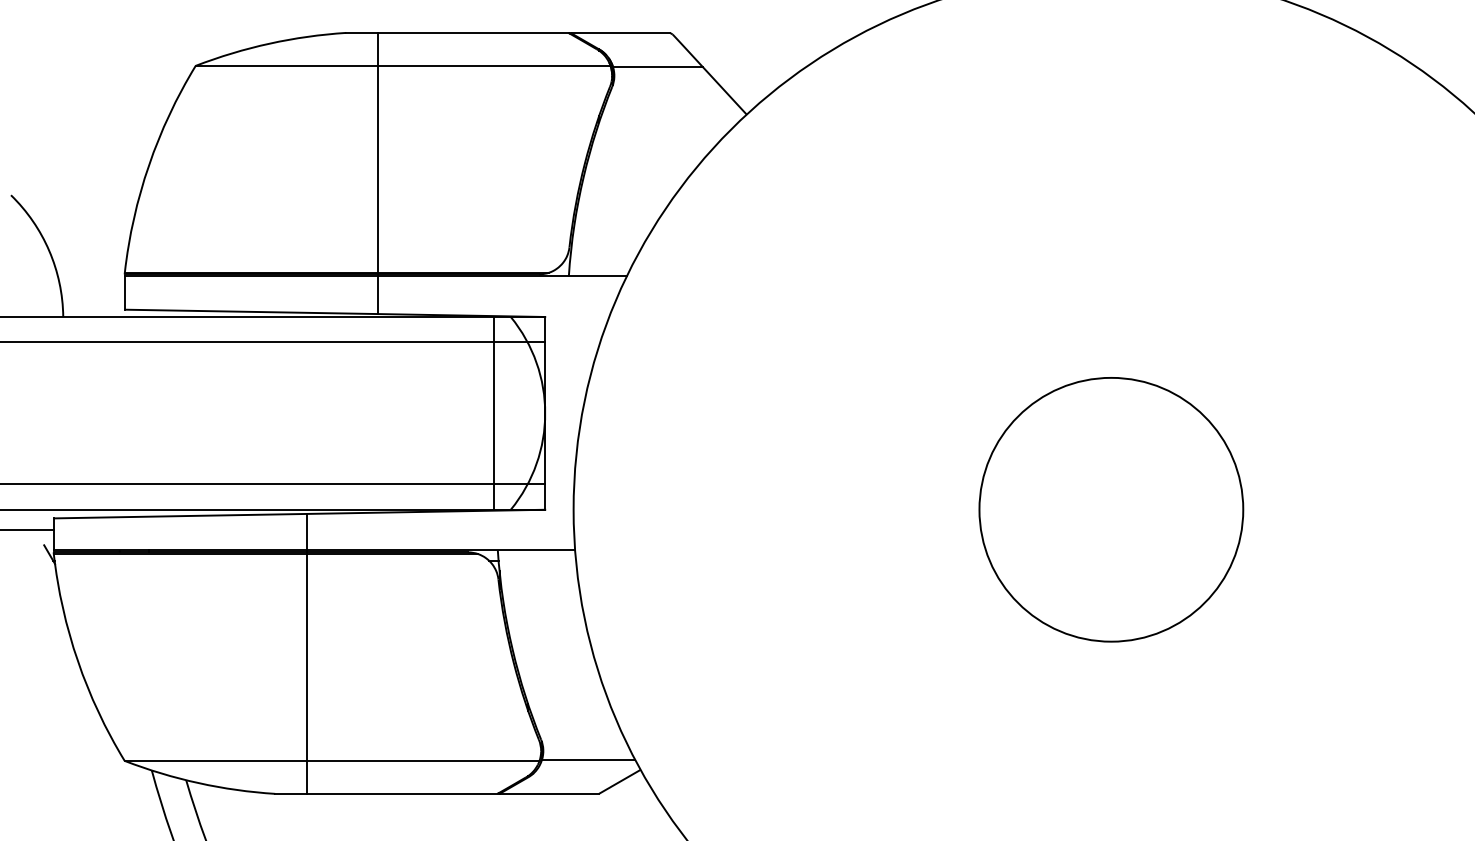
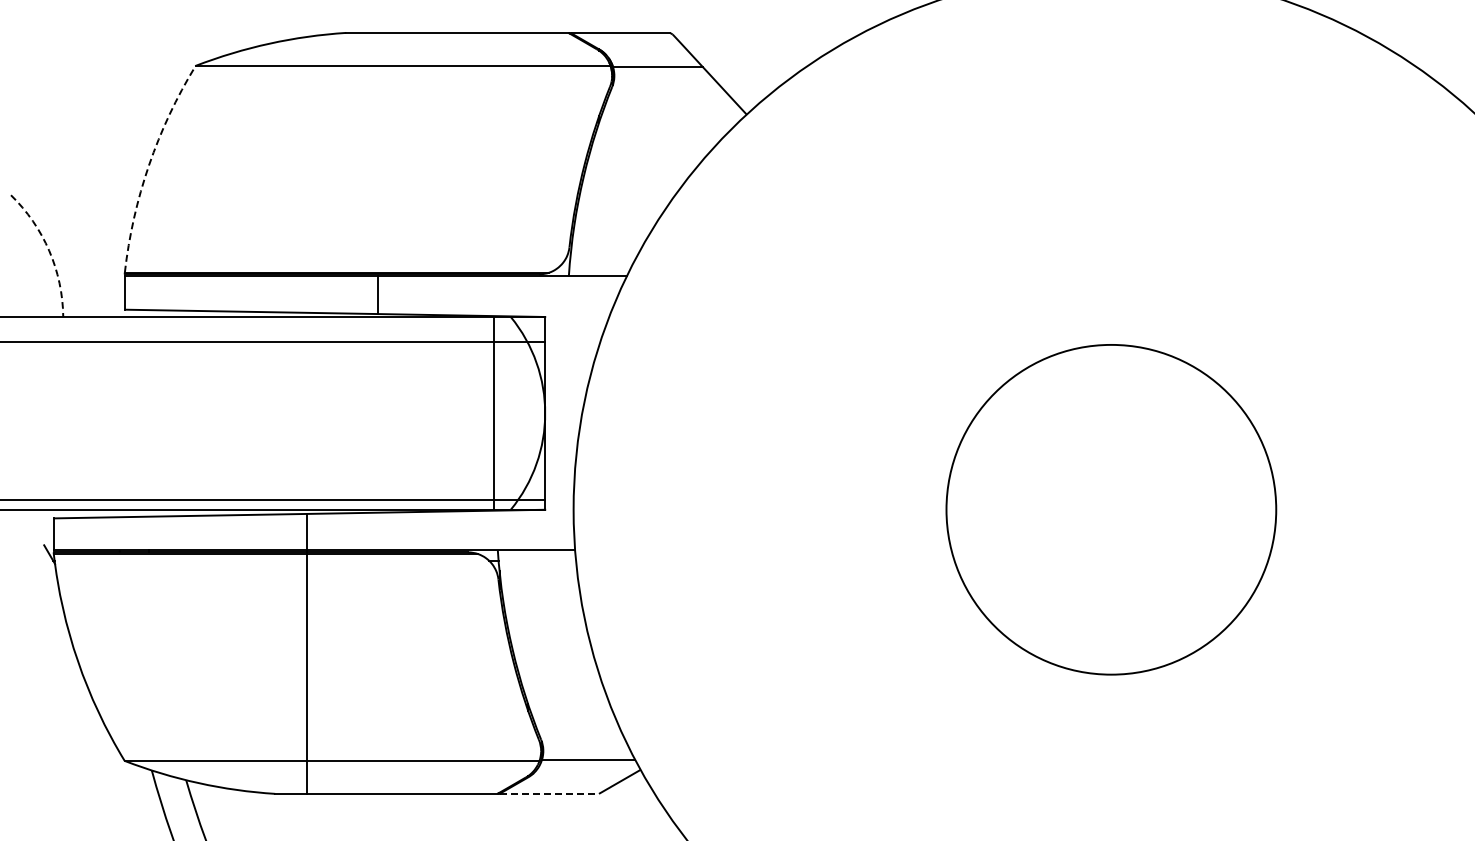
line at (378, 153): present -> none
arc at (149, 165): solid -> dashed
arc at (49, 250): solid -> dashed
line at (273, 484) position: (273, 484) -> (273, 500)
circle at (1111, 509) diameter: 264 px -> 330 px
line at (27, 530): present -> none
line at (549, 793): solid -> dashed
